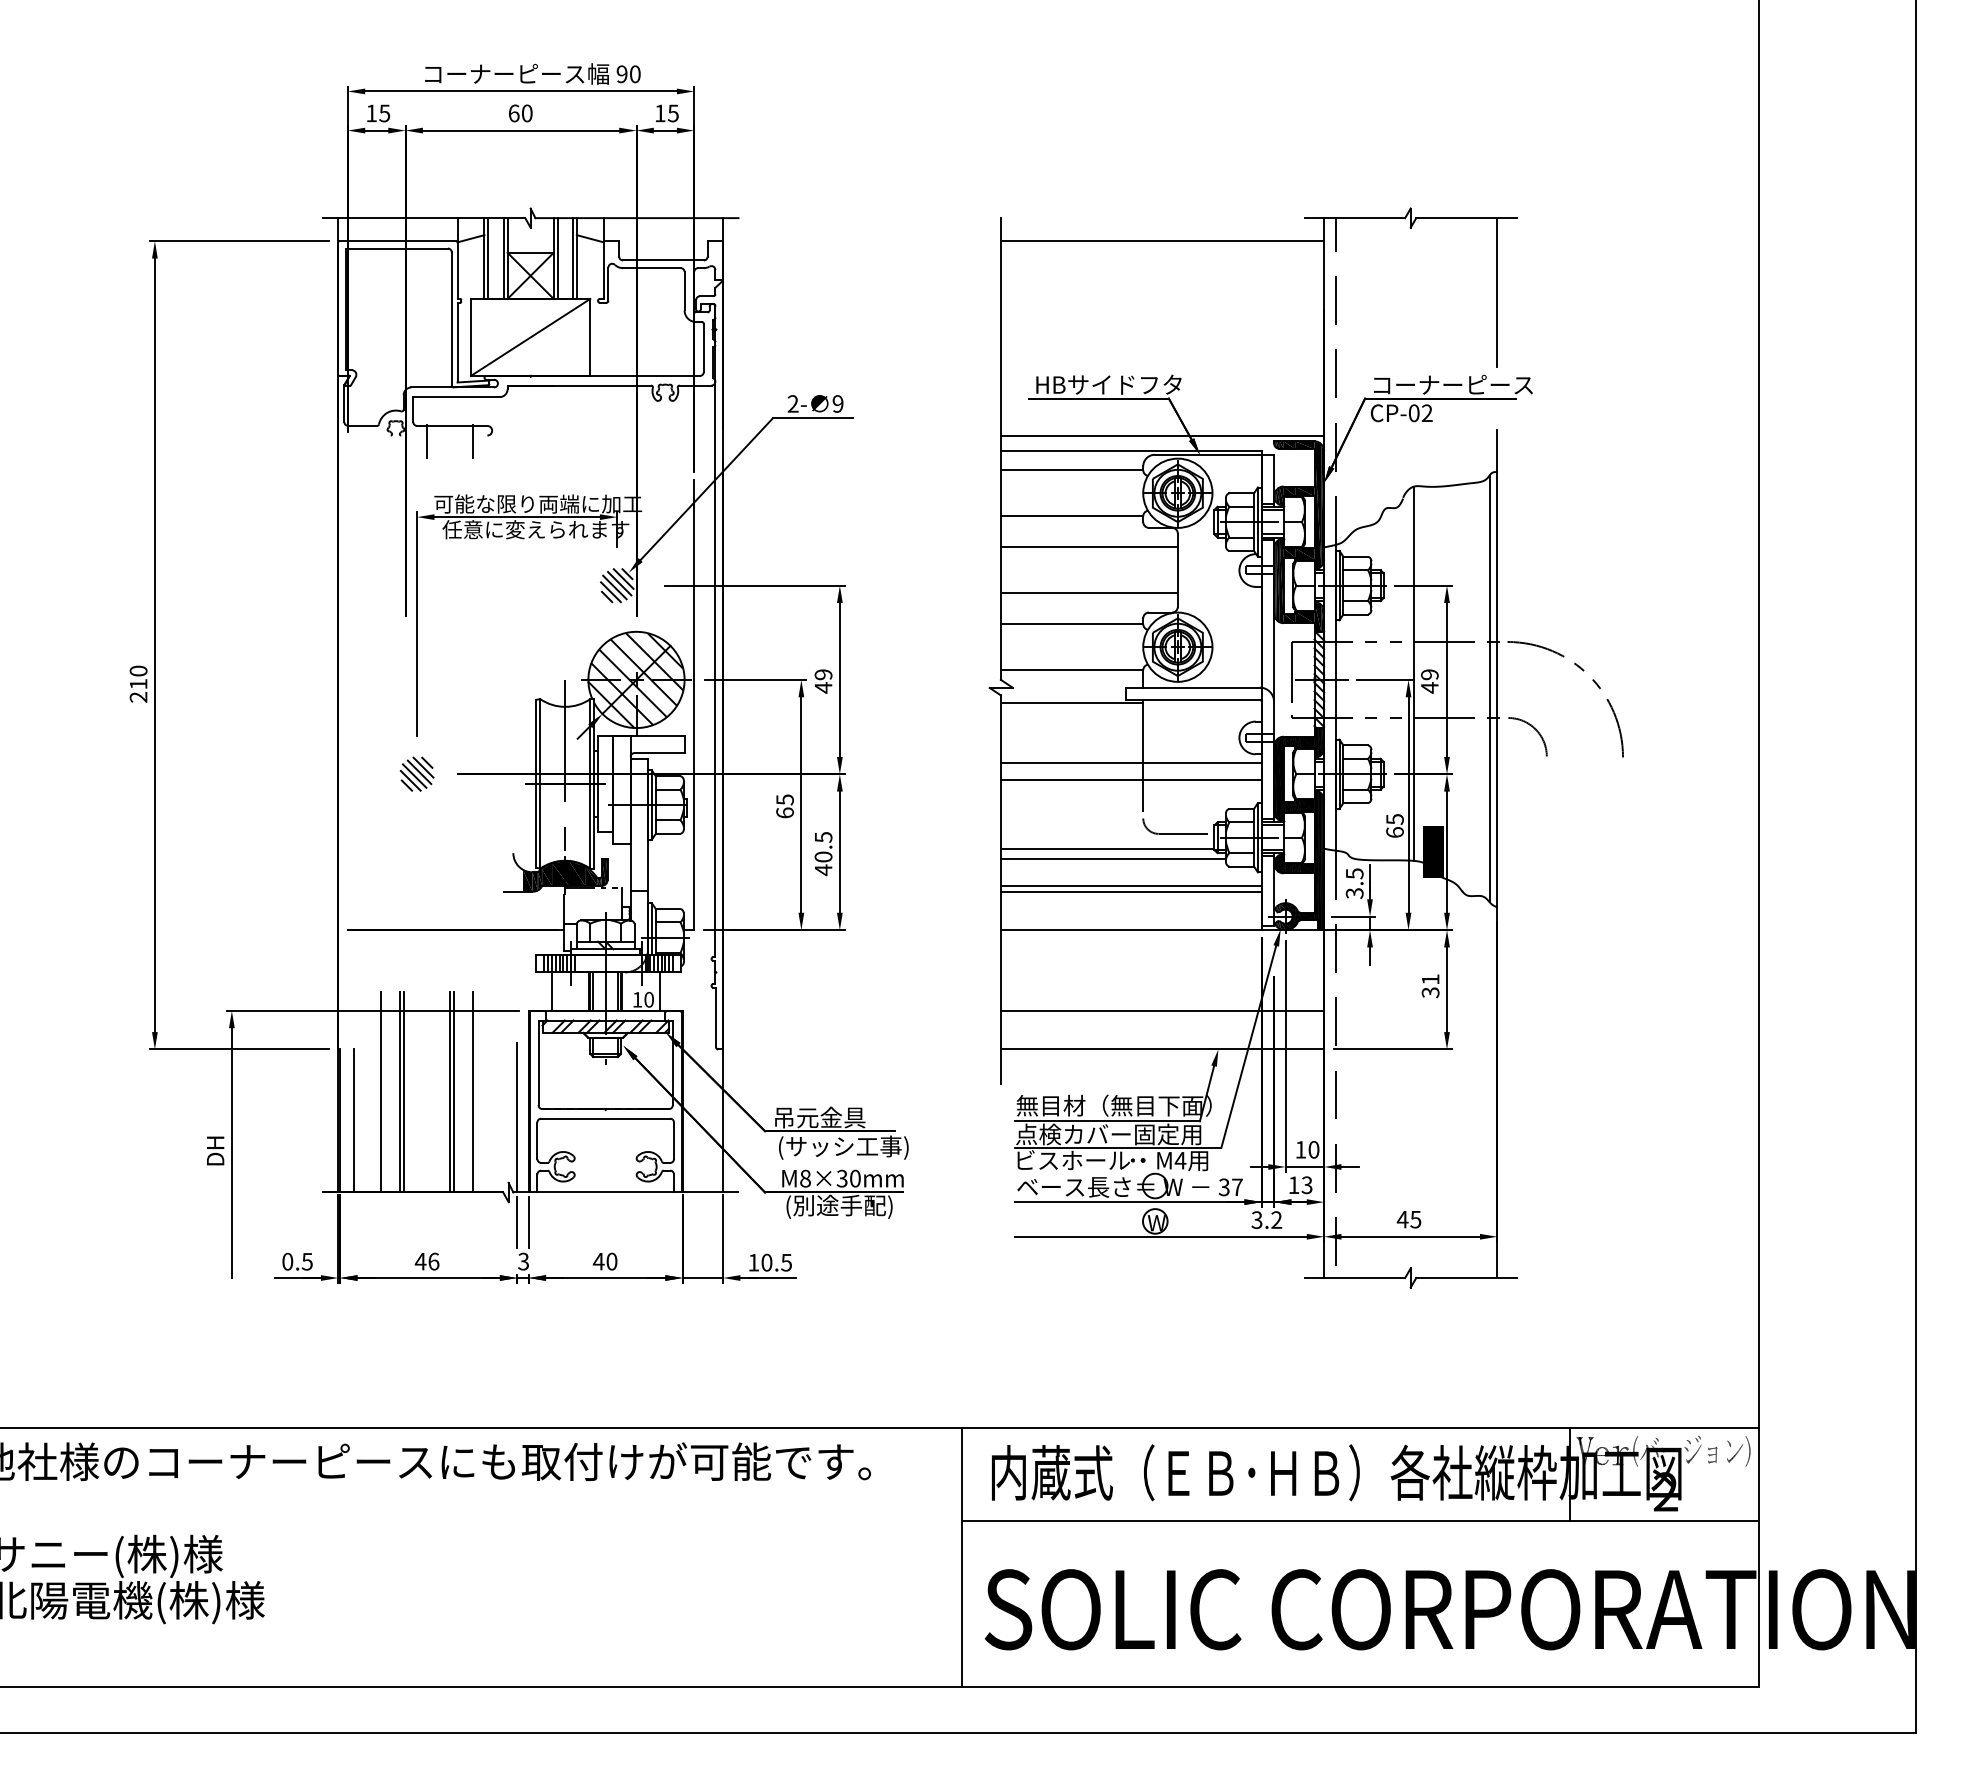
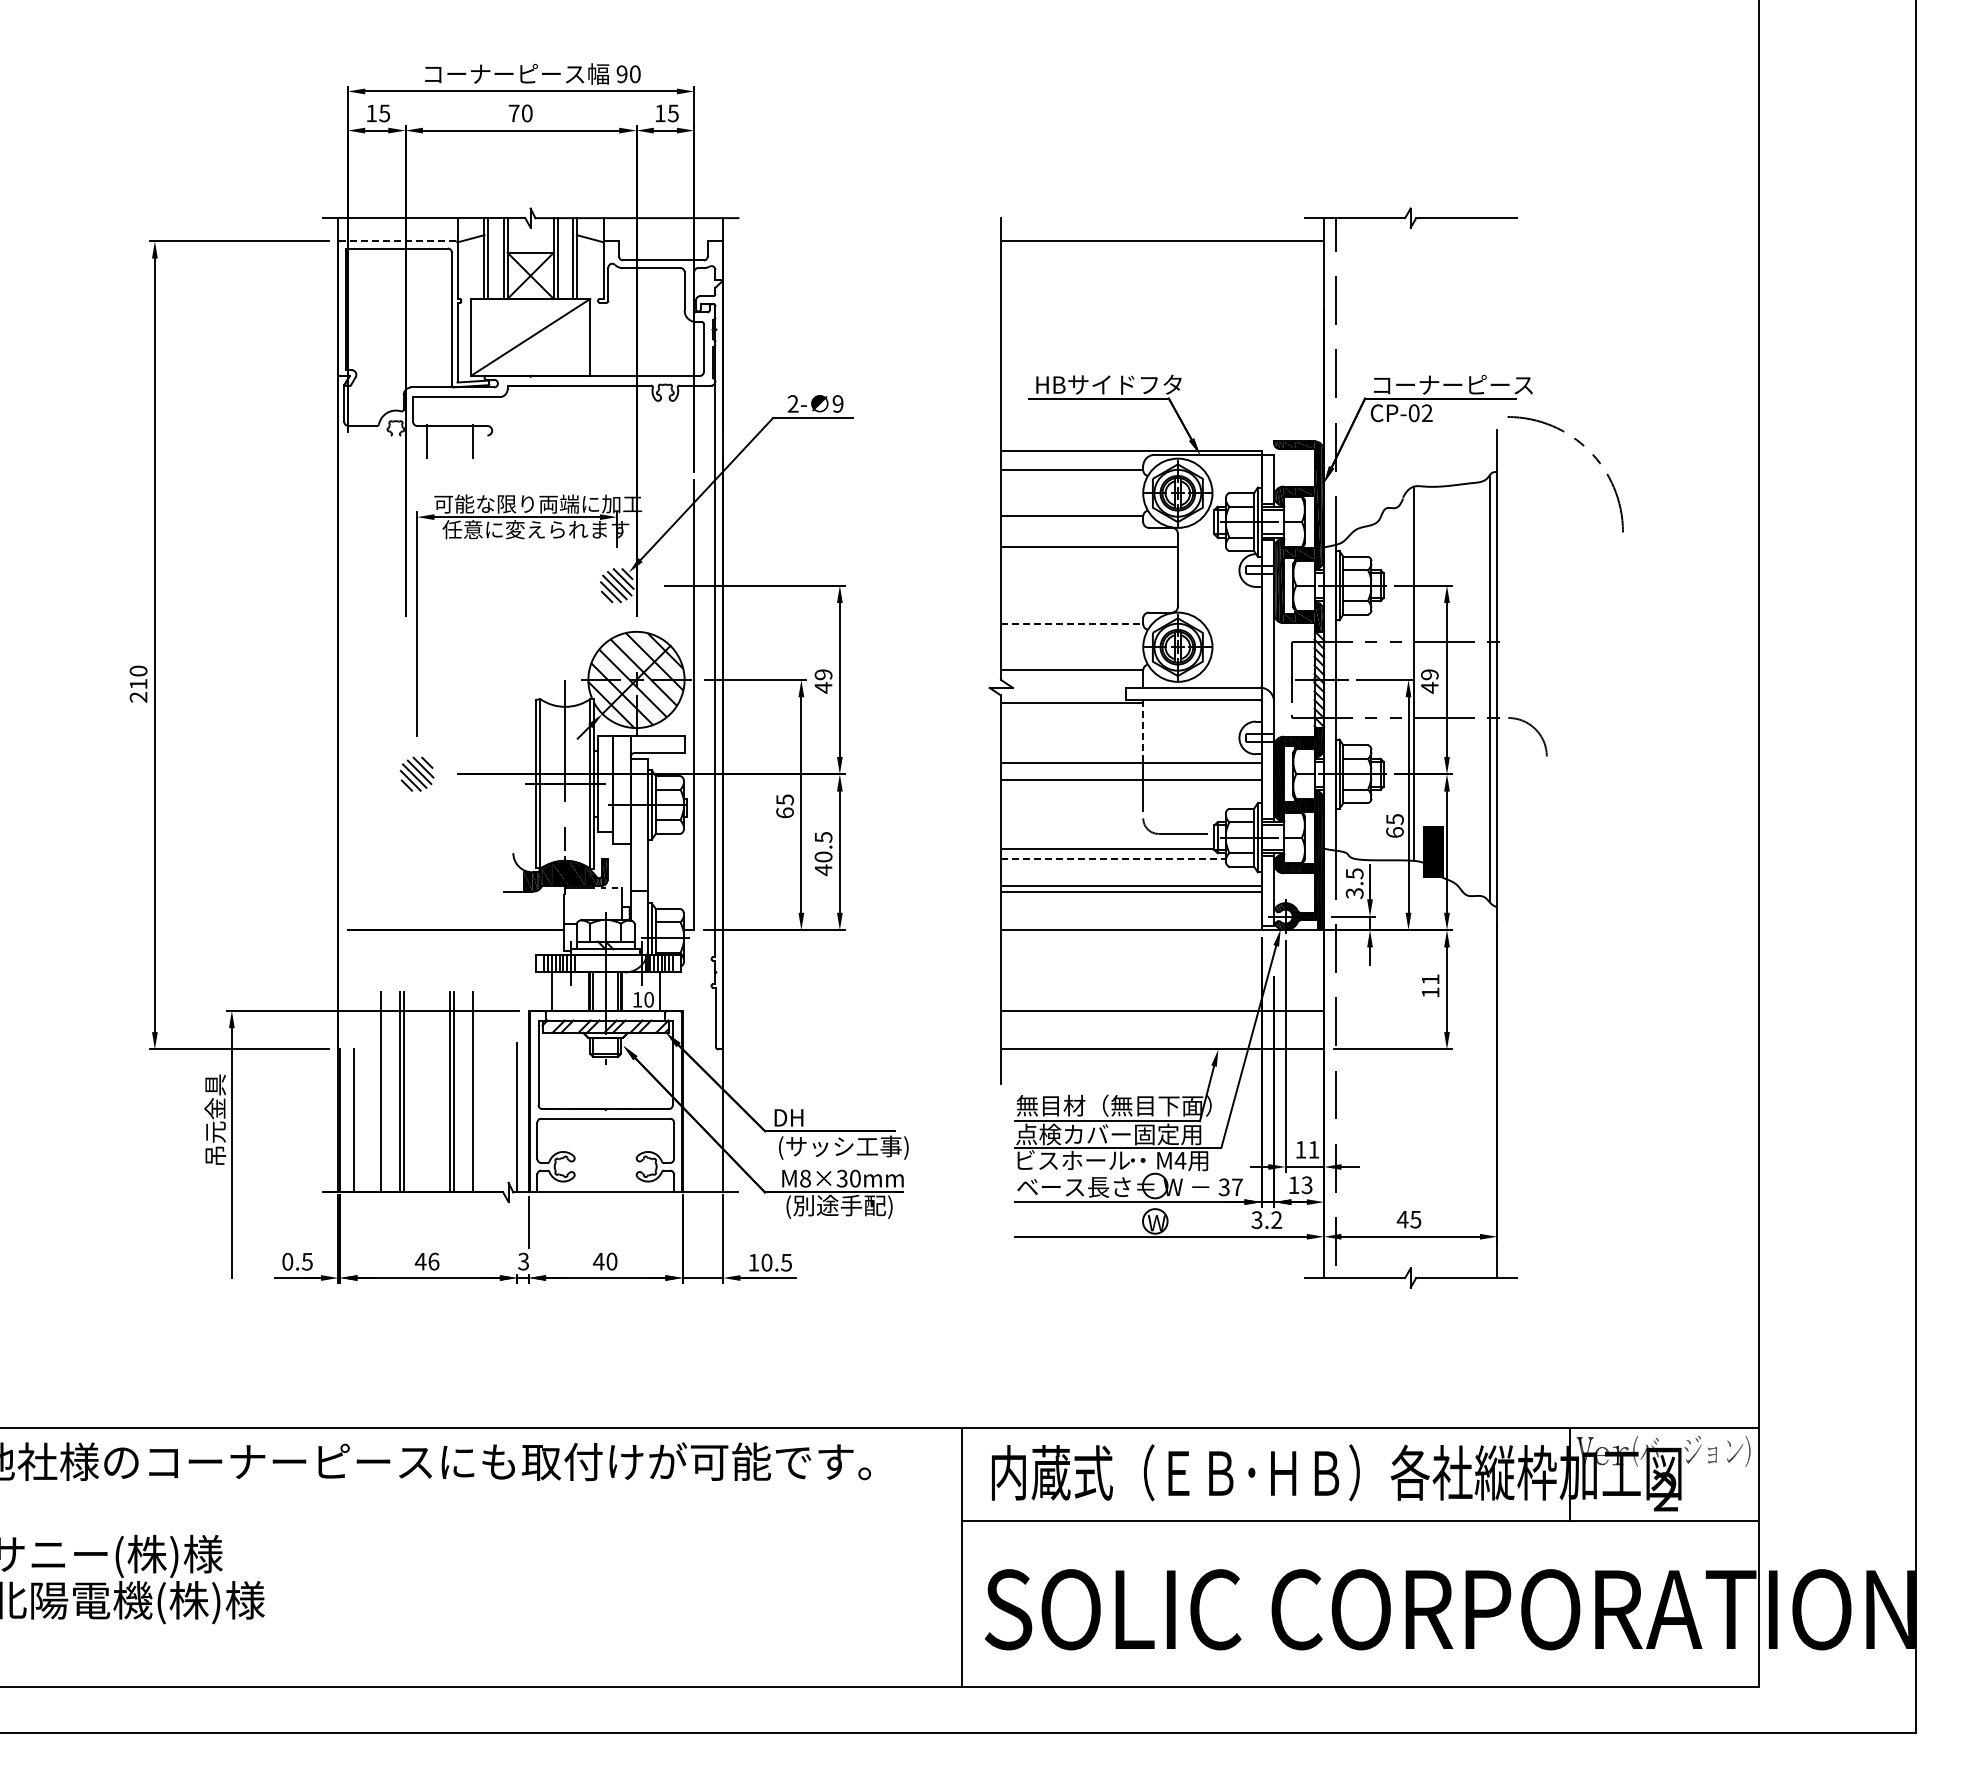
text at (513, 113): 60 -> 70
line at (398, 241): solid -> dashed
line at (1497, 292): present -> none
line at (1162, 435): present -> none
line at (1088, 593): present -> none
line at (1072, 624): solid -> dashed
arc at (1592, 680) position: (1592, 680) -> (1592, 455)
line at (1143, 731): solid -> dashed
line at (1113, 858): solid -> dashed
text at (1430, 992): 31 -> 11
text at (819, 1117): 吊元金具 -> DH
text at (215, 1119): DH -> 吊元金具
text at (1313, 1149): 10 -> 11
line at (517, 1221): present -> none
